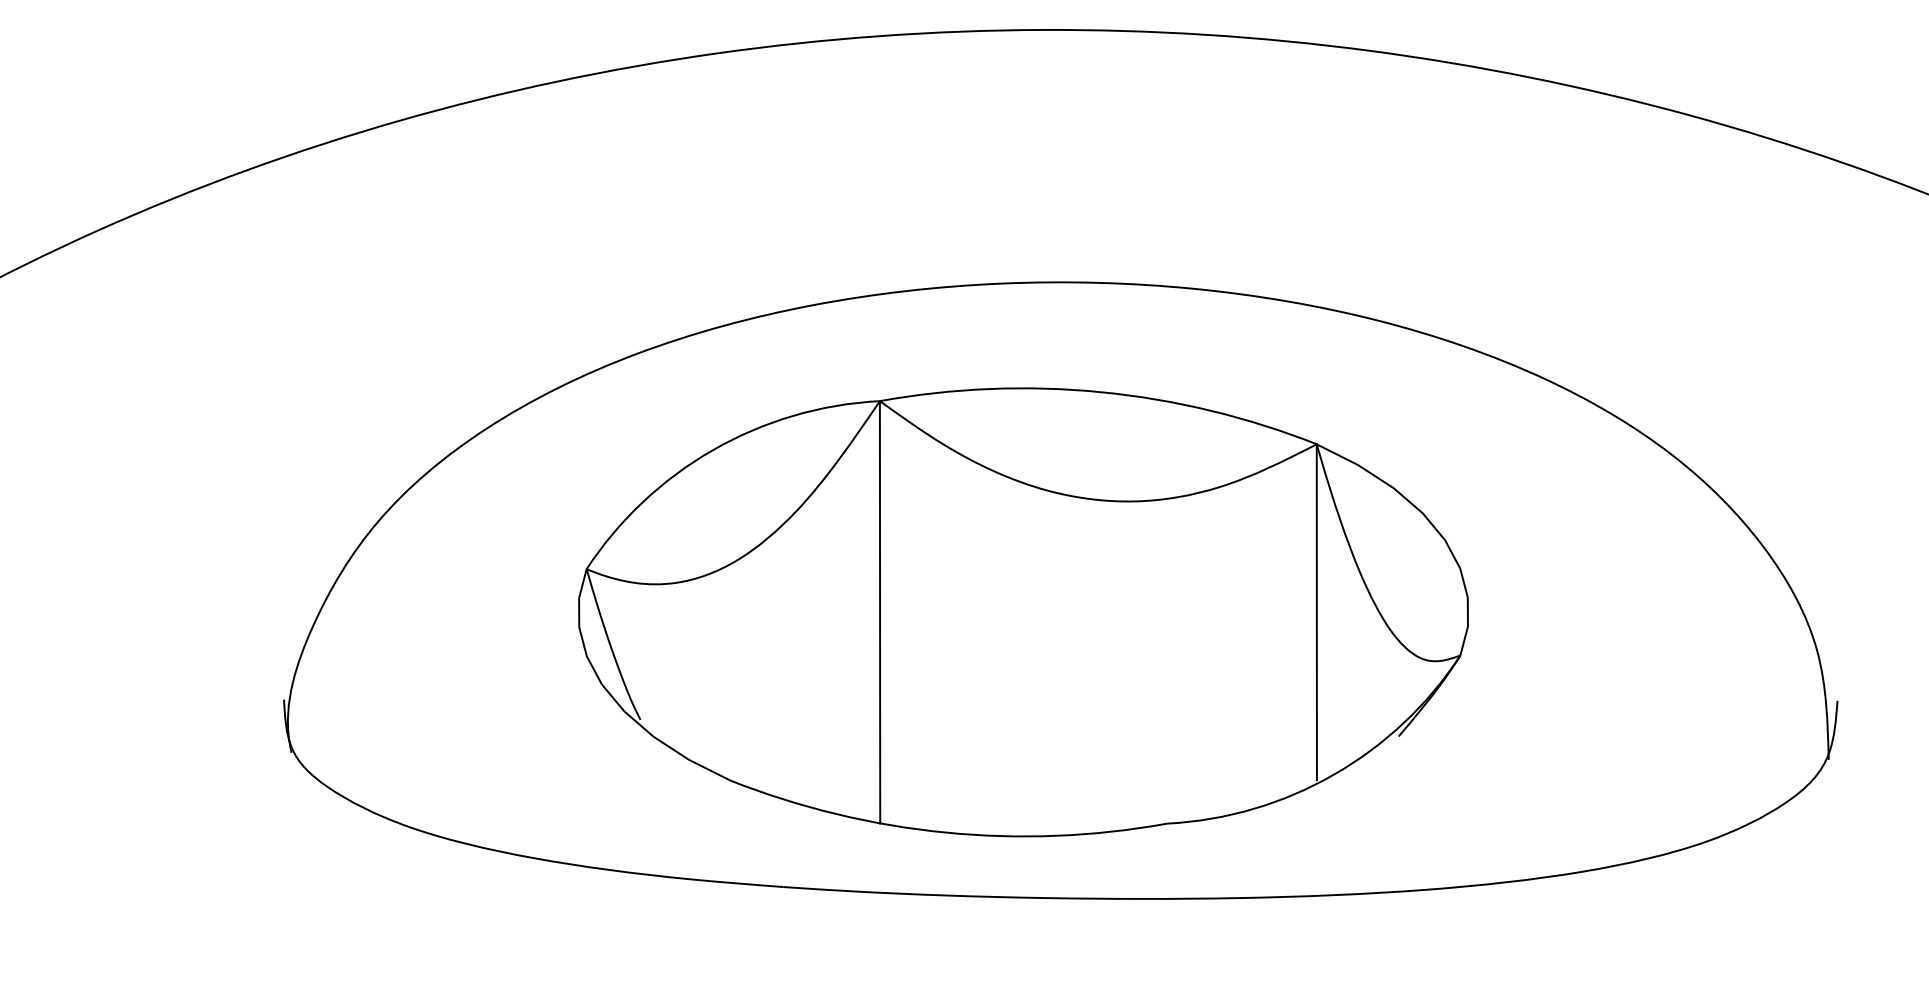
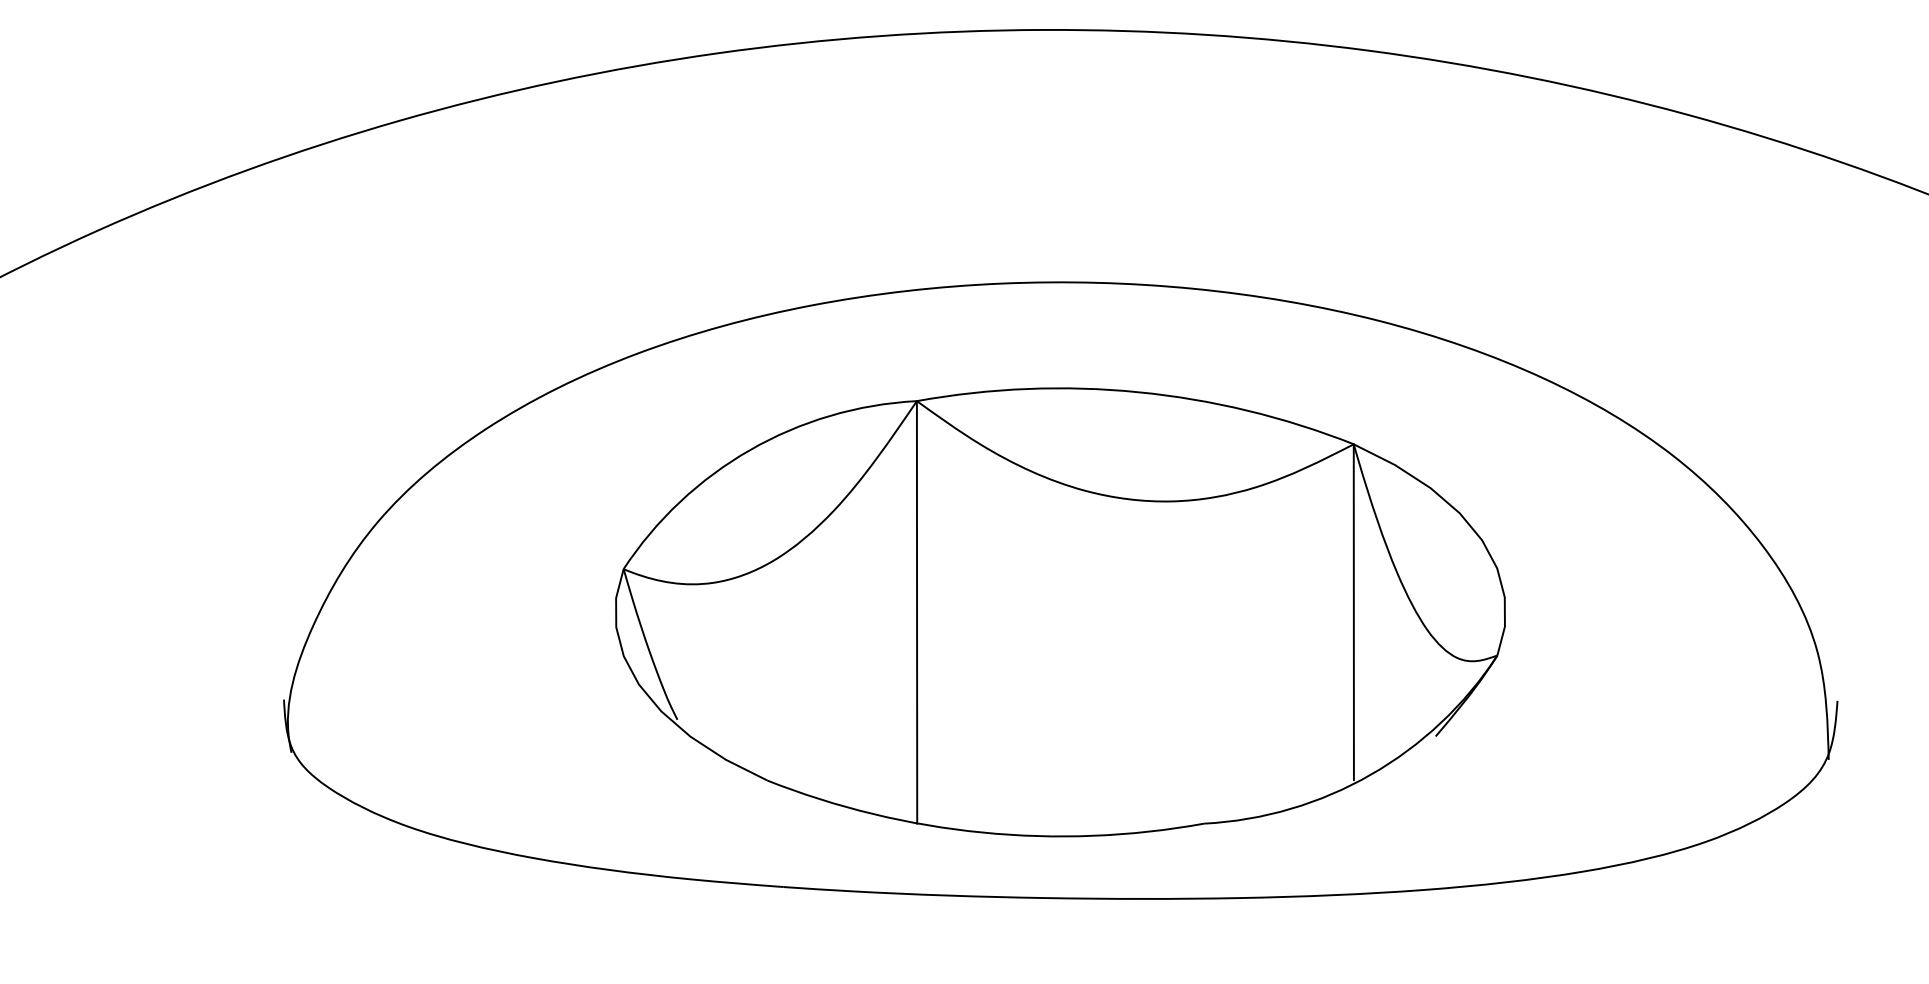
part at (1023, 612) position: (1023, 612) -> (1060, 612)
